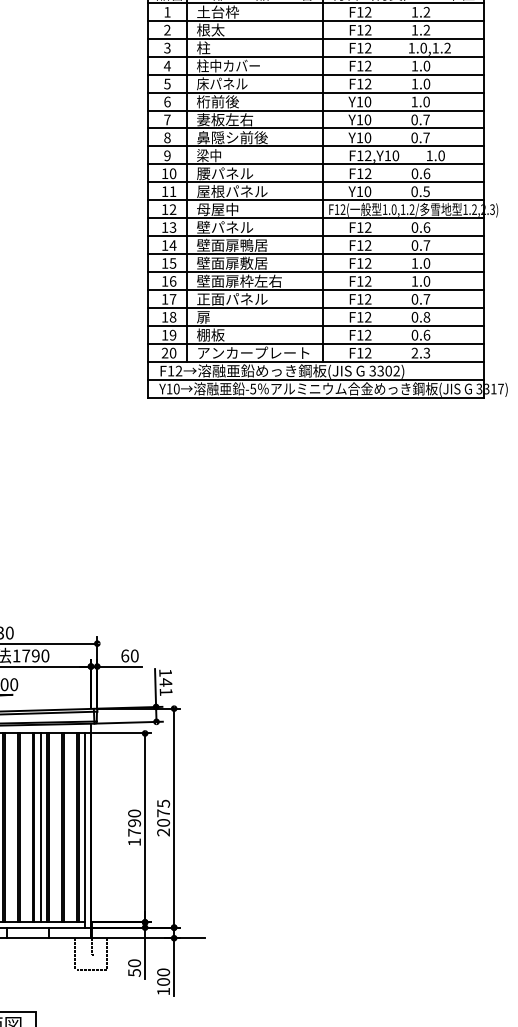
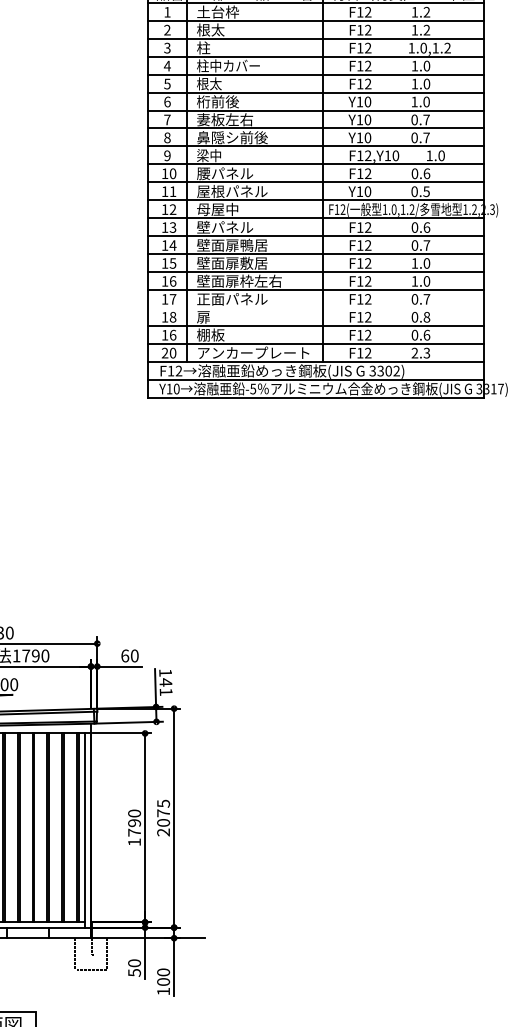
text at (222, 83): 床パネル -> 根太
line at (315, 307): present -> none
text at (172, 334): 19 -> 16
line at (40, 827): present -> none
